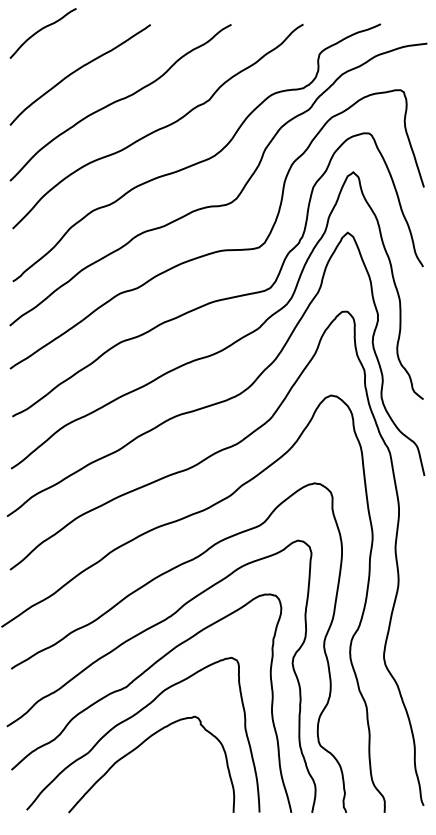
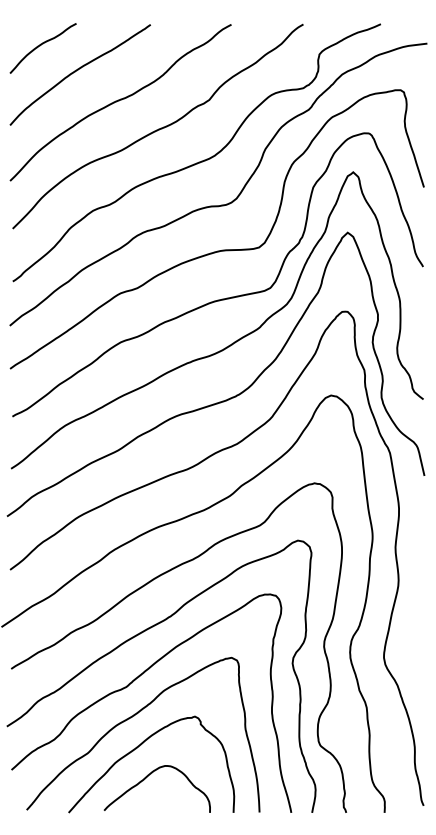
curve at (40, 31) position: (40, 31) -> (40, 46)
curve at (146, 778): none -> present
